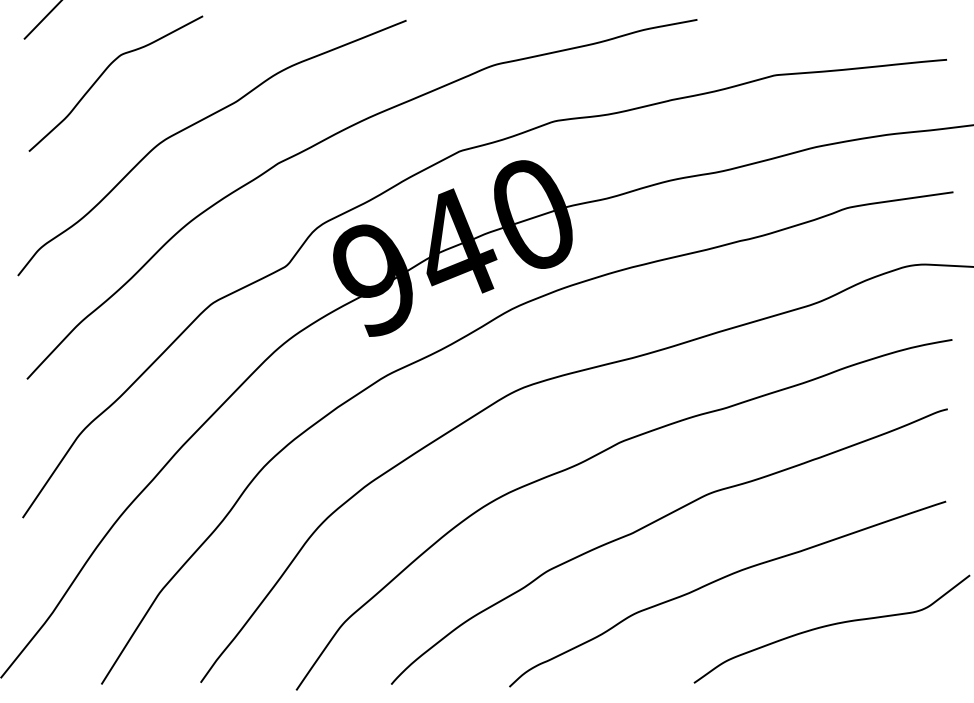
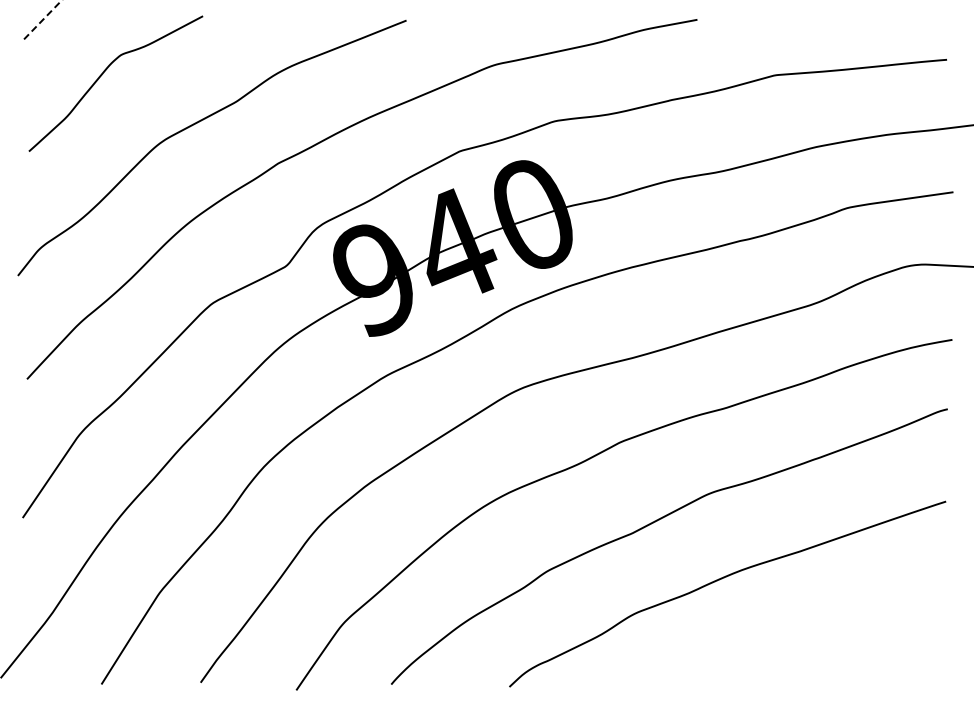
line at (43, 19): solid -> dashed
curve at (829, 626): present -> none
